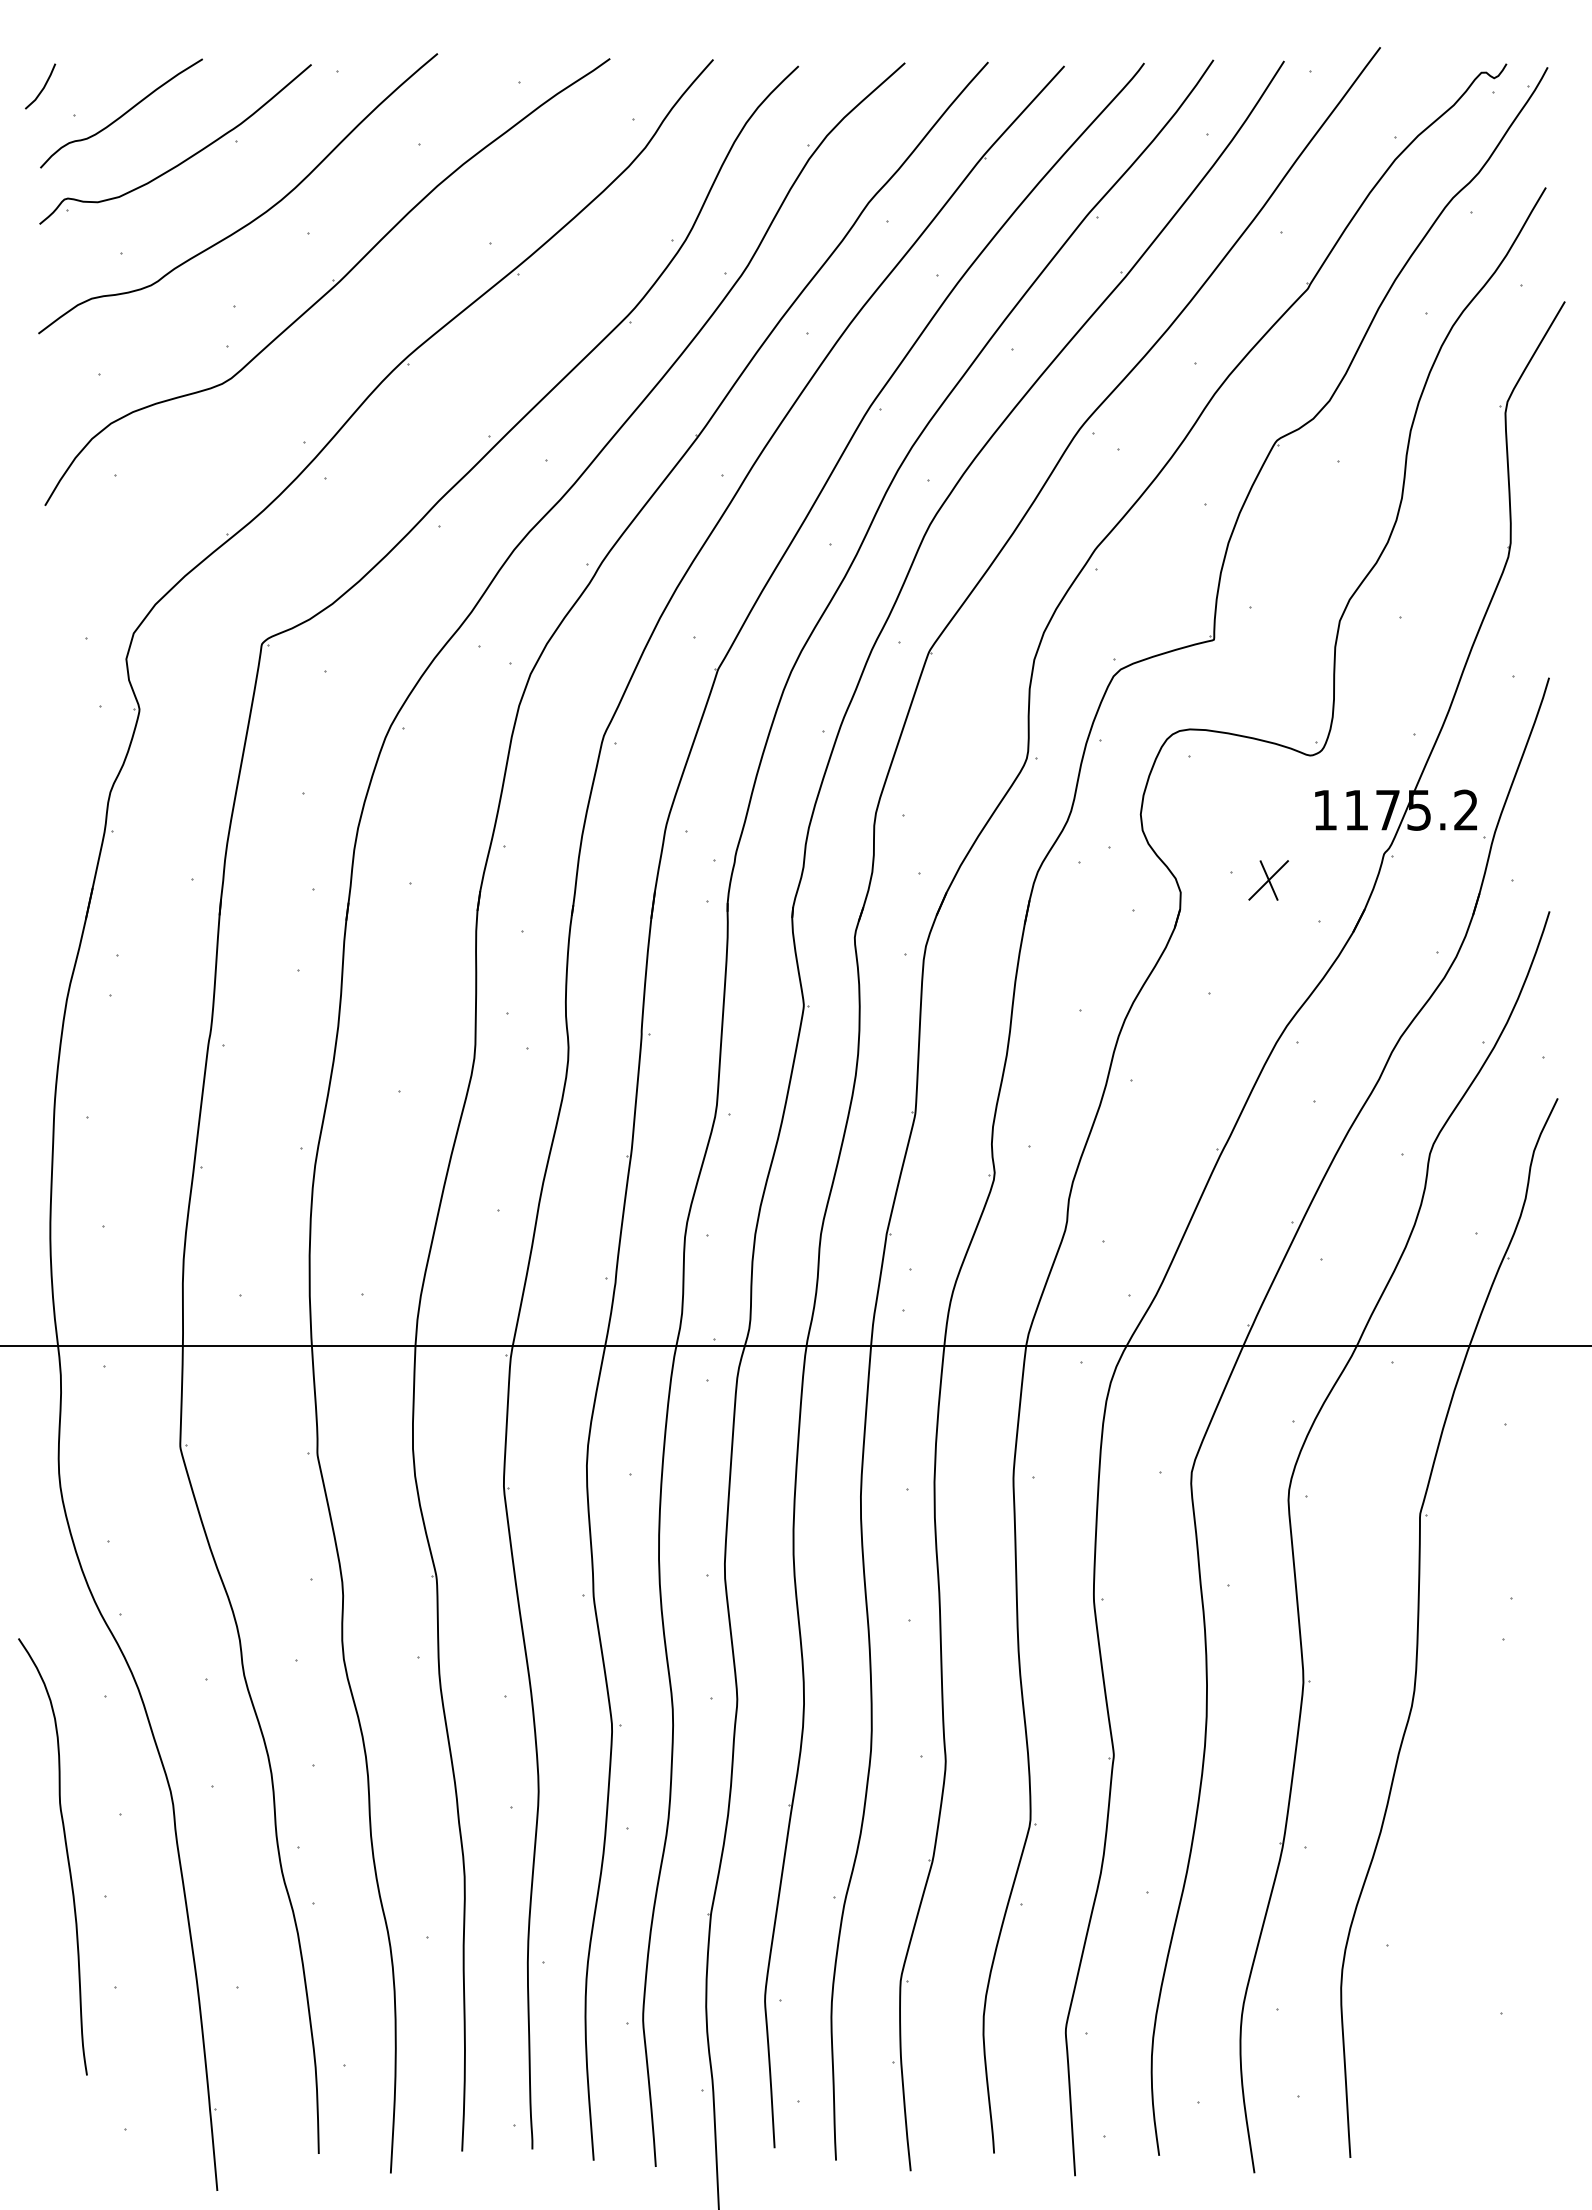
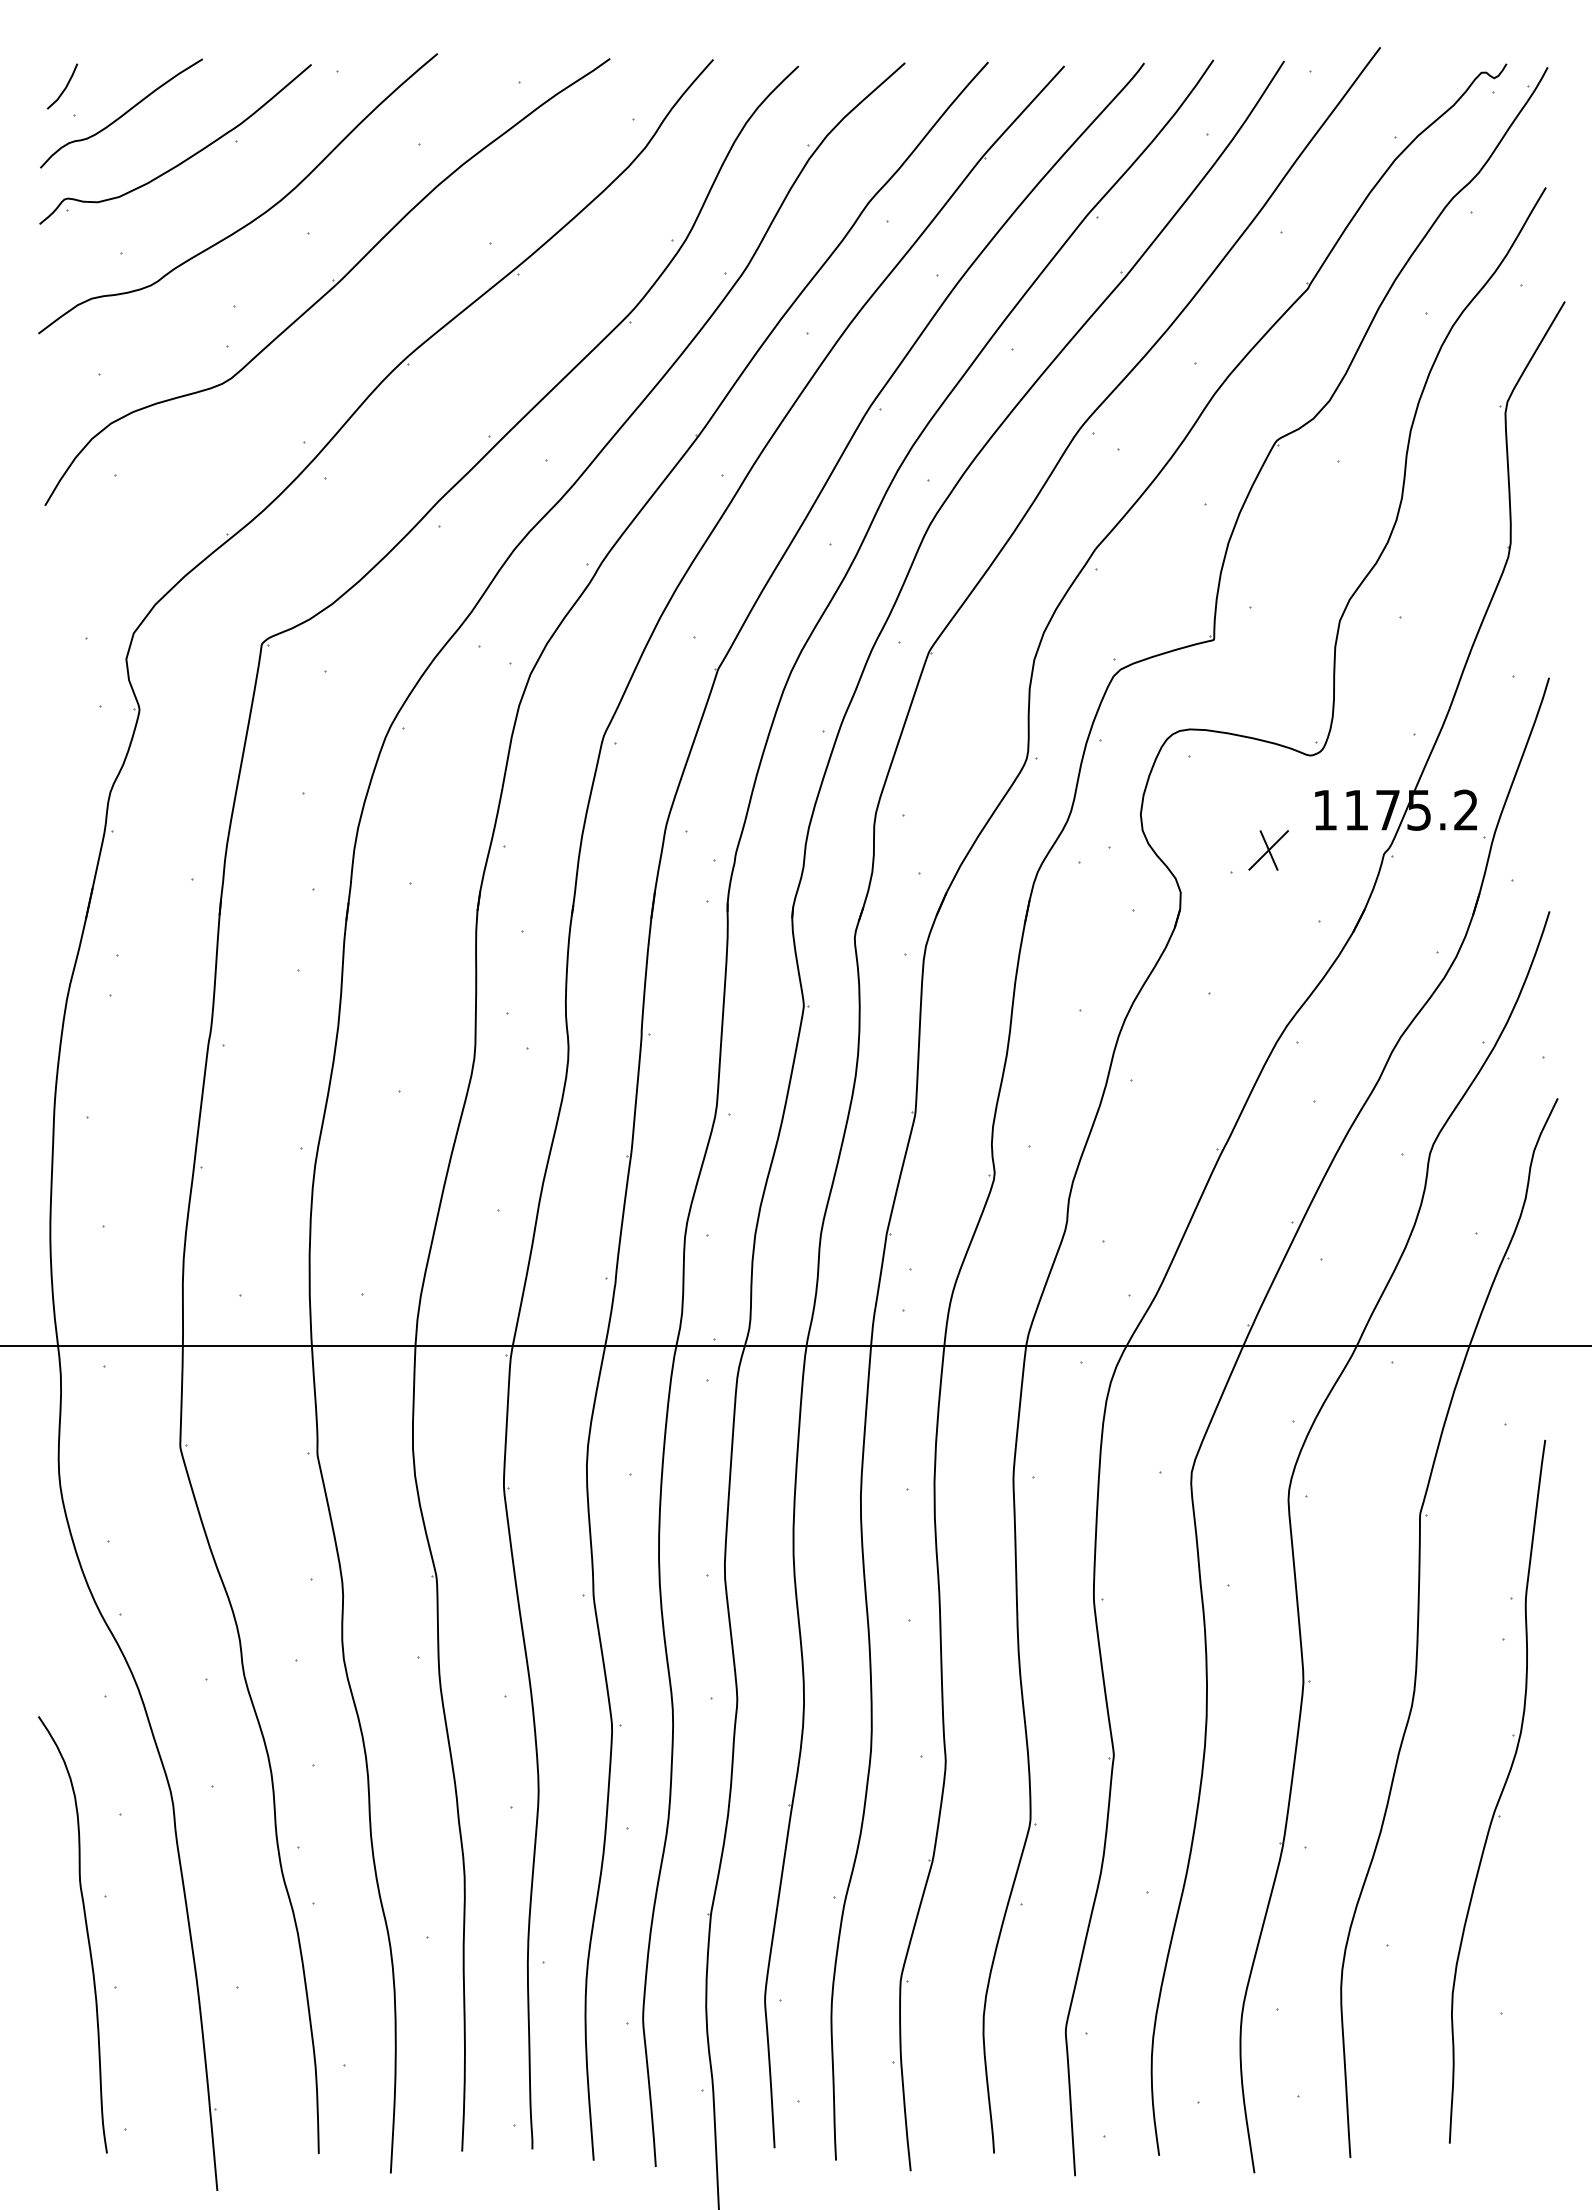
line at (42, 88) position: (42, 88) -> (64, 88)
part at (1268, 880) position: (1268, 880) -> (1268, 850)
part at (1497, 1791): none -> present
curve at (66, 1855) position: (66, 1855) -> (86, 1933)
